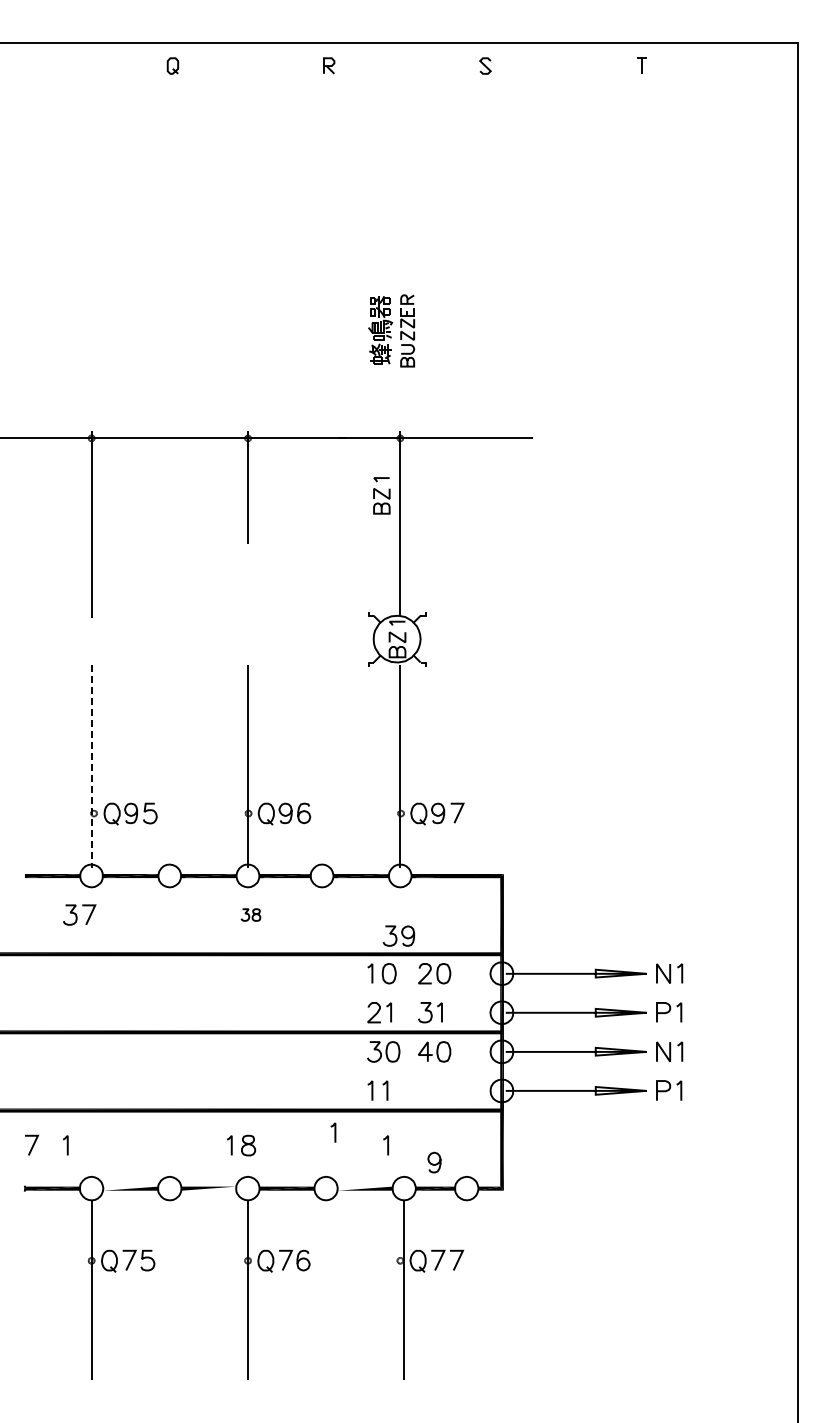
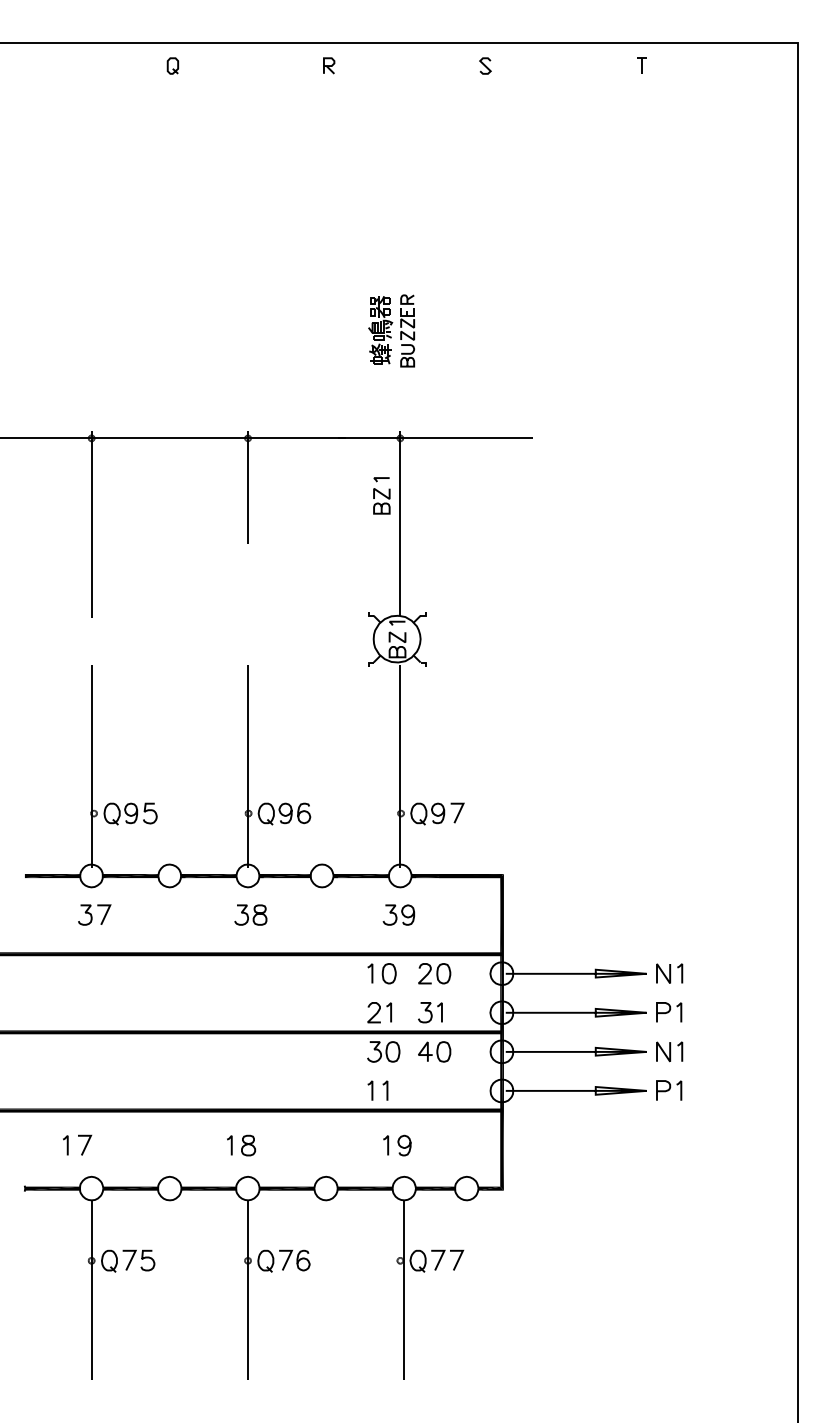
line at (91, 766): dashed -> solid
part at (79, 914) position: (79, 914) -> (94, 914)
part at (250, 914) size: 22x14 px -> 34x22 px
part at (398, 935) position: (398, 935) -> (398, 914)
line at (334, 1132): present -> none
line at (32, 1144) position: (32, 1144) -> (85, 1144)
curve at (433, 1163) position: (433, 1163) -> (403, 1146)
fill at (130, 1188): none -> present
fill at (208, 1188): none -> present
fill at (364, 1188): none -> present
